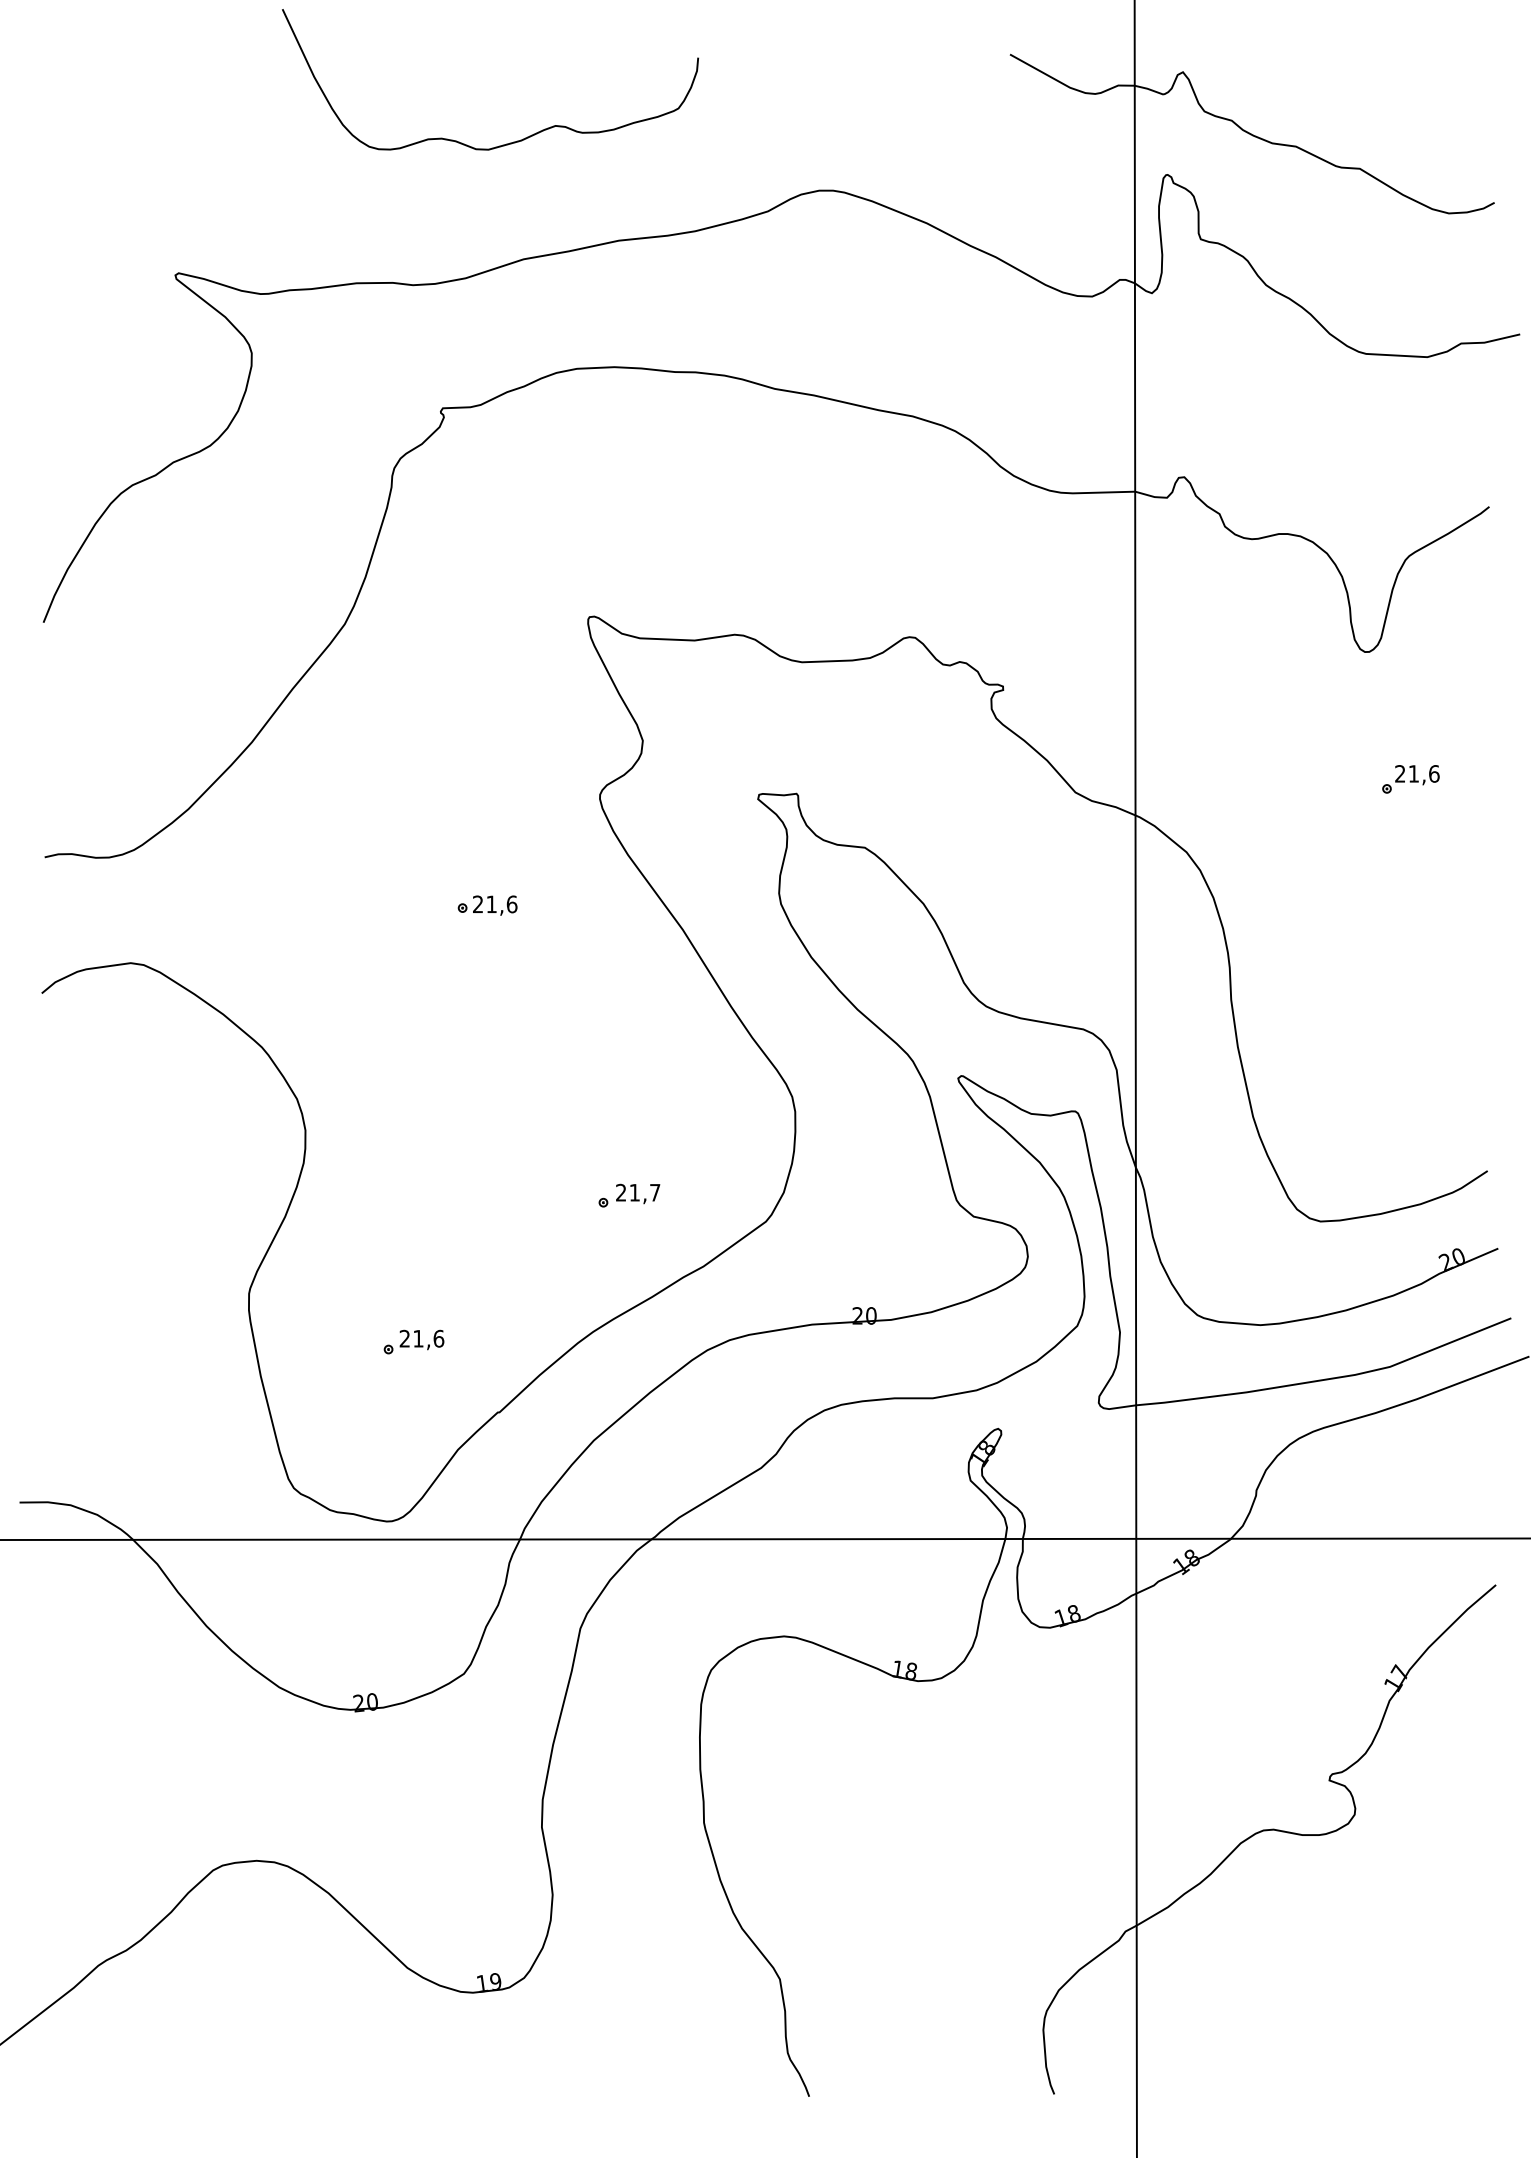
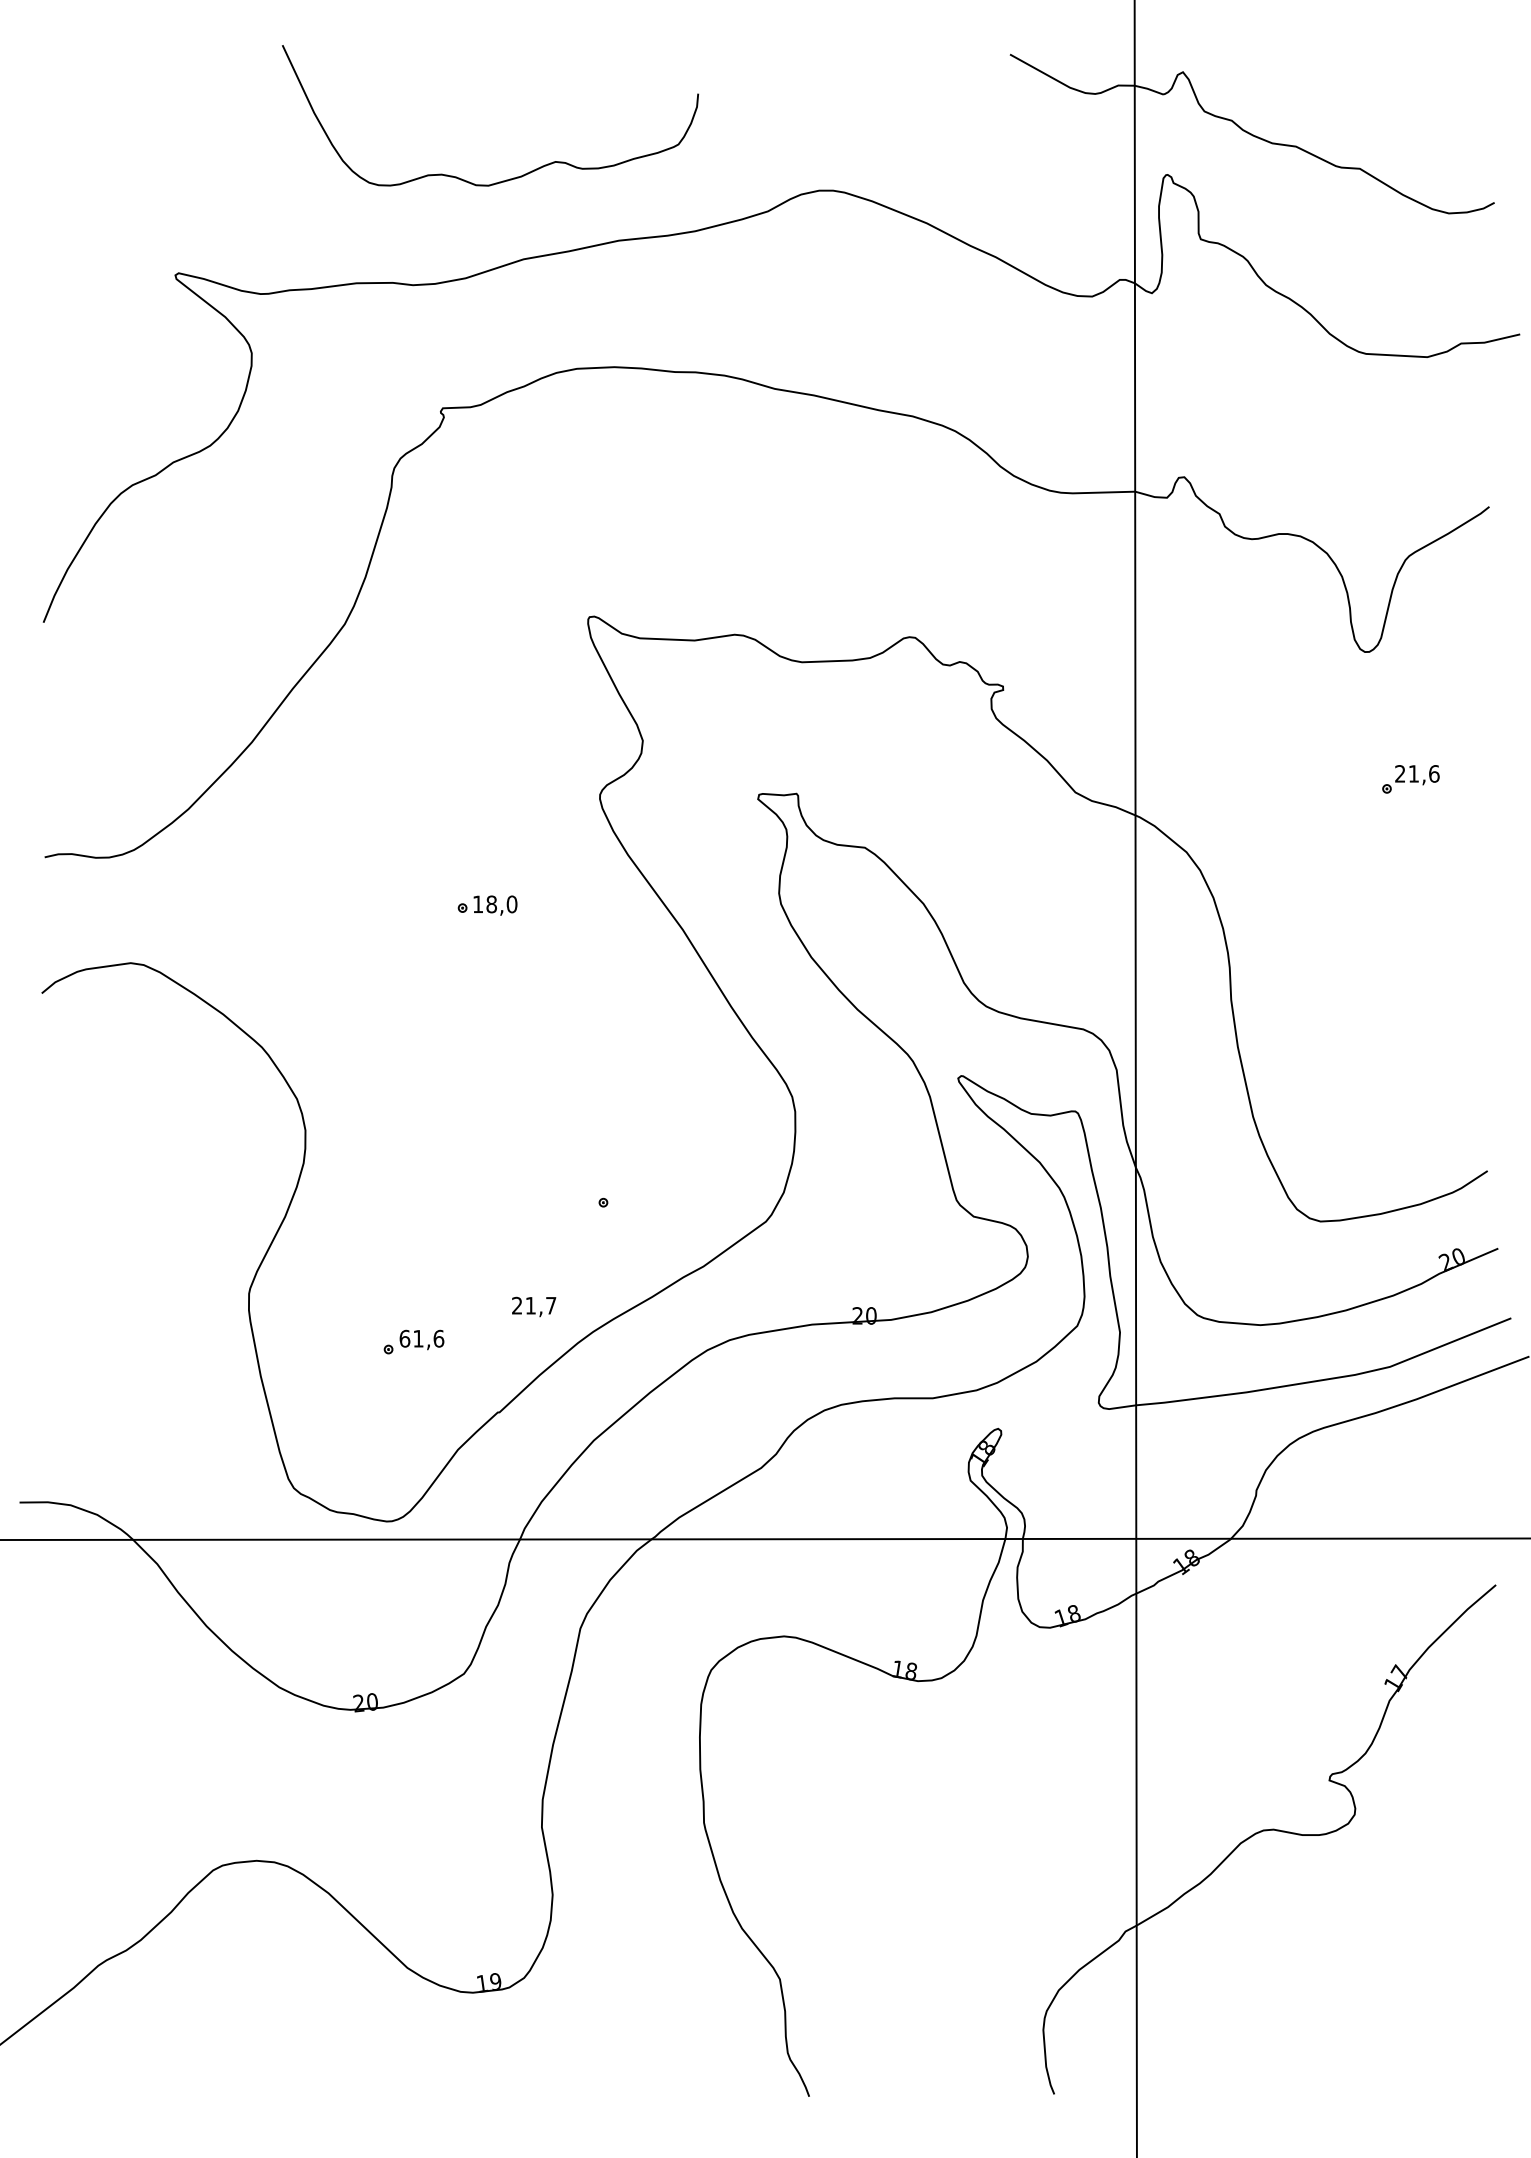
curve at (506, 143) position: (506, 143) -> (506, 179)
text at (495, 904): 21,6 -> 18,0
text at (638, 1193) position: (638, 1193) -> (534, 1306)
text at (404, 1338): 21,6 -> 61,6
